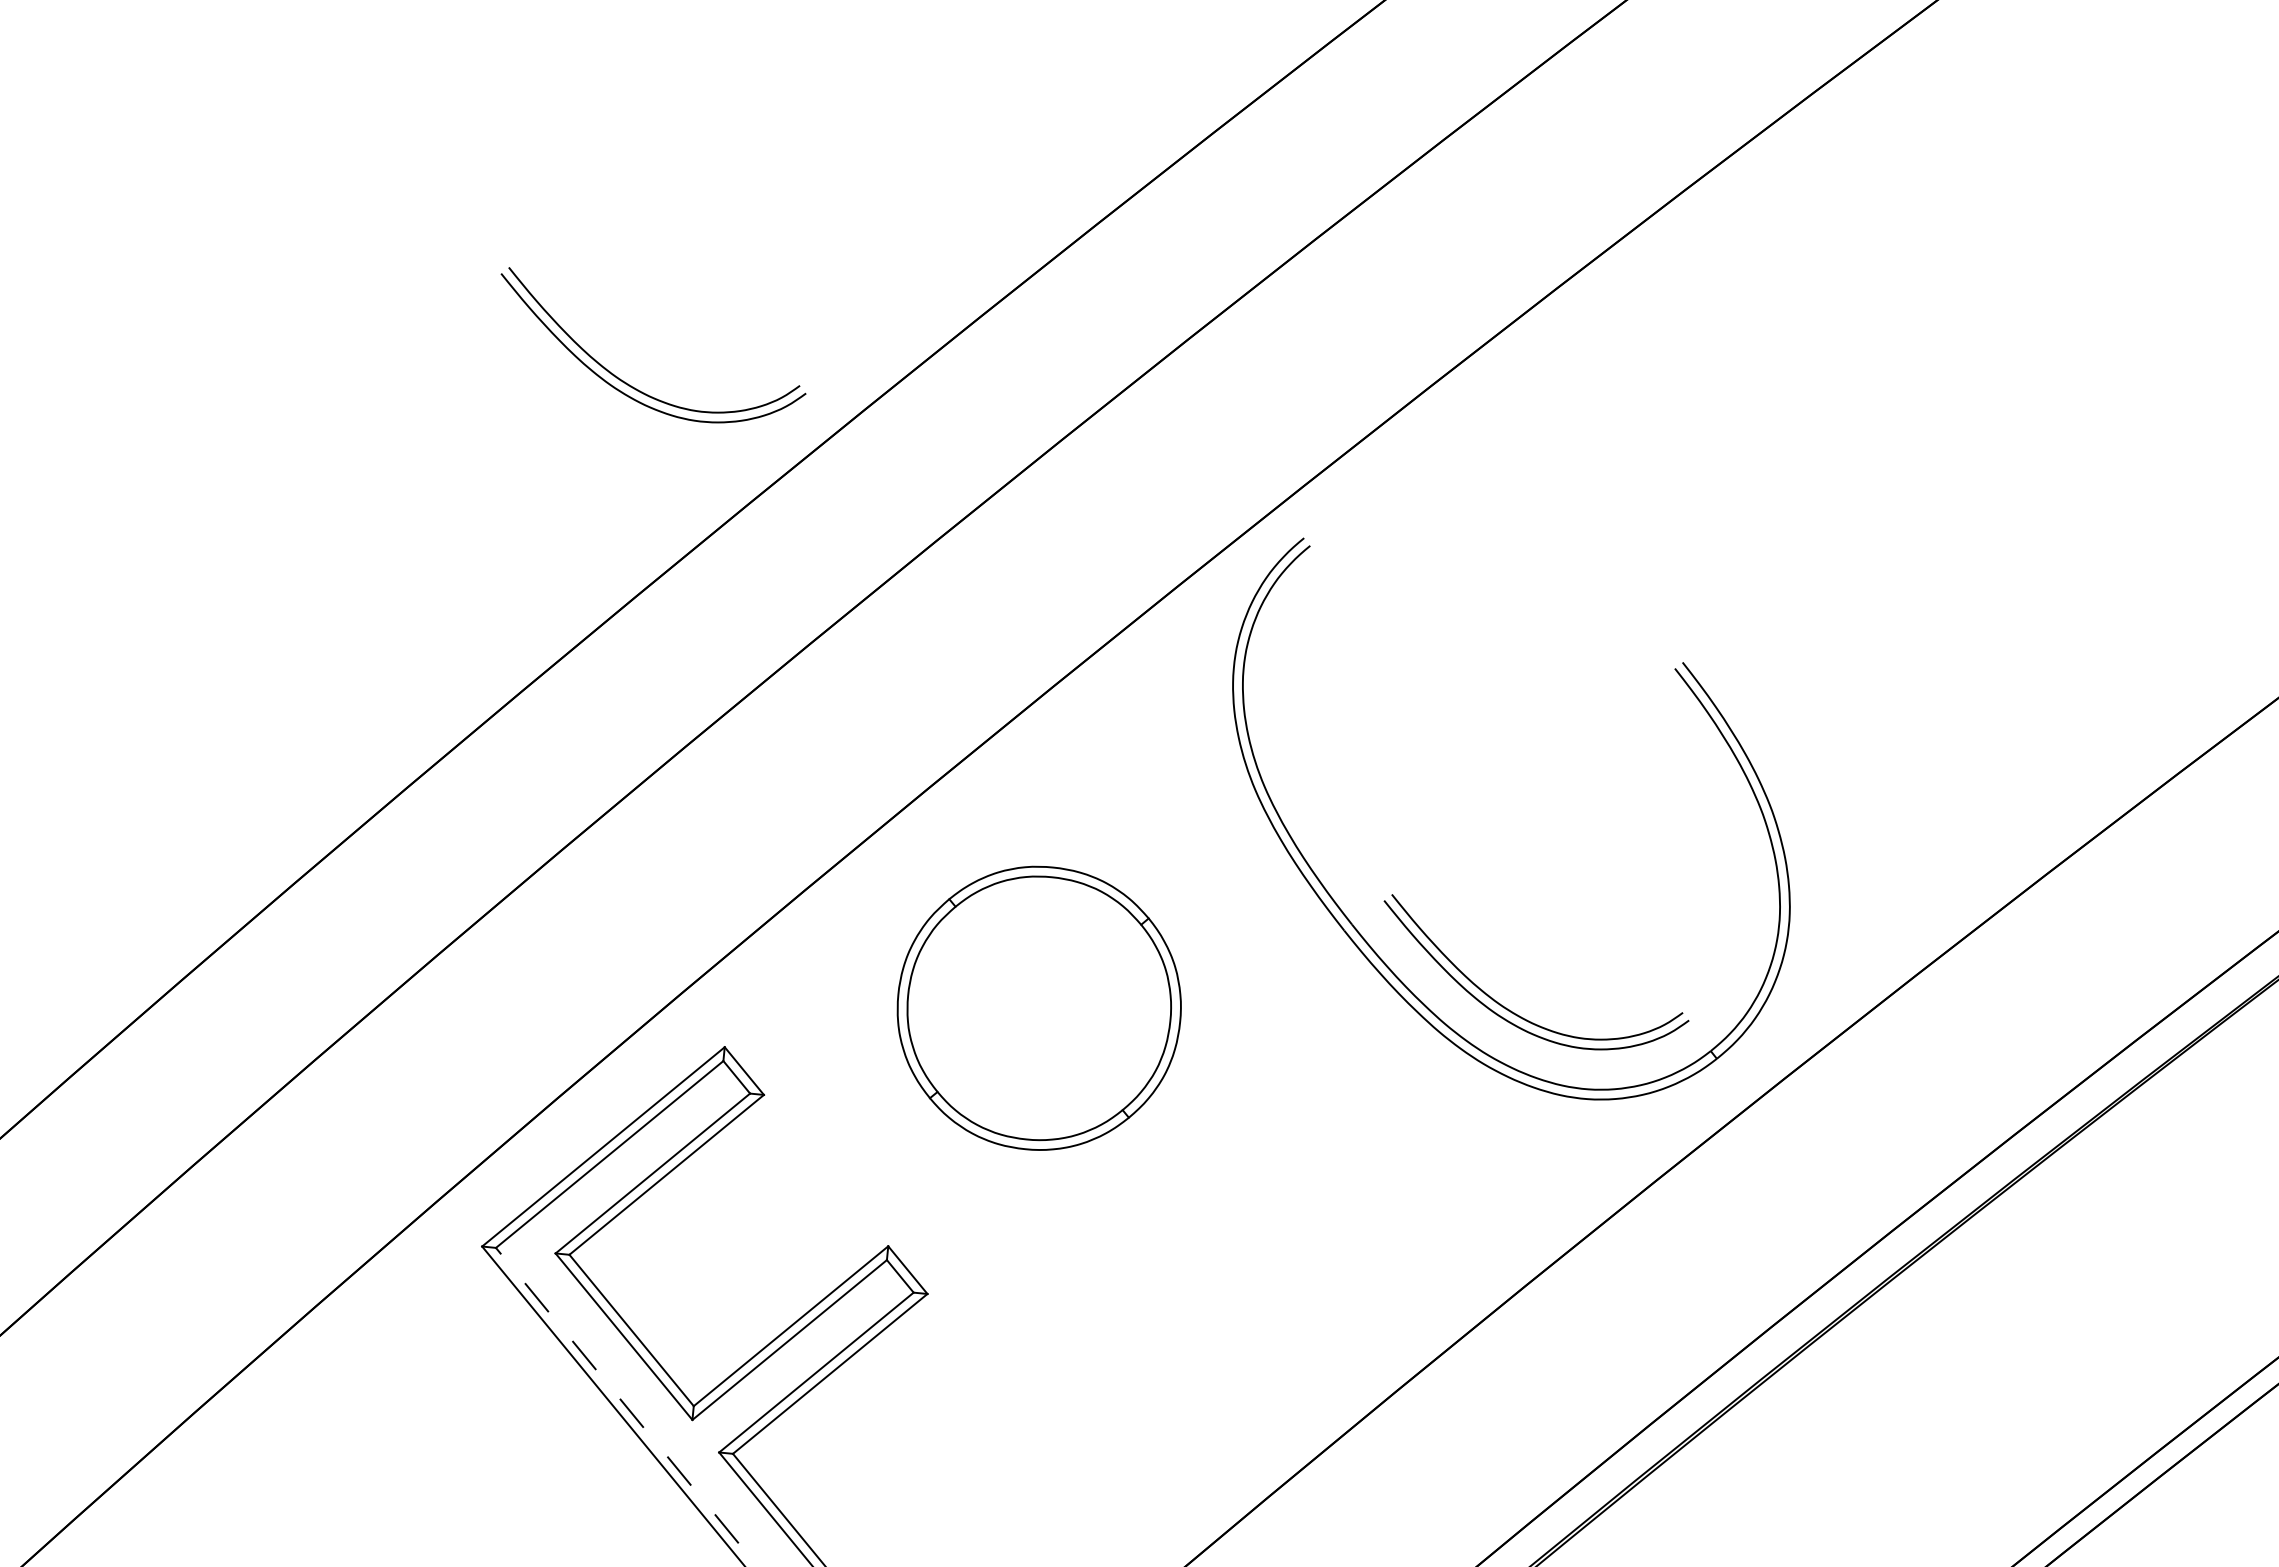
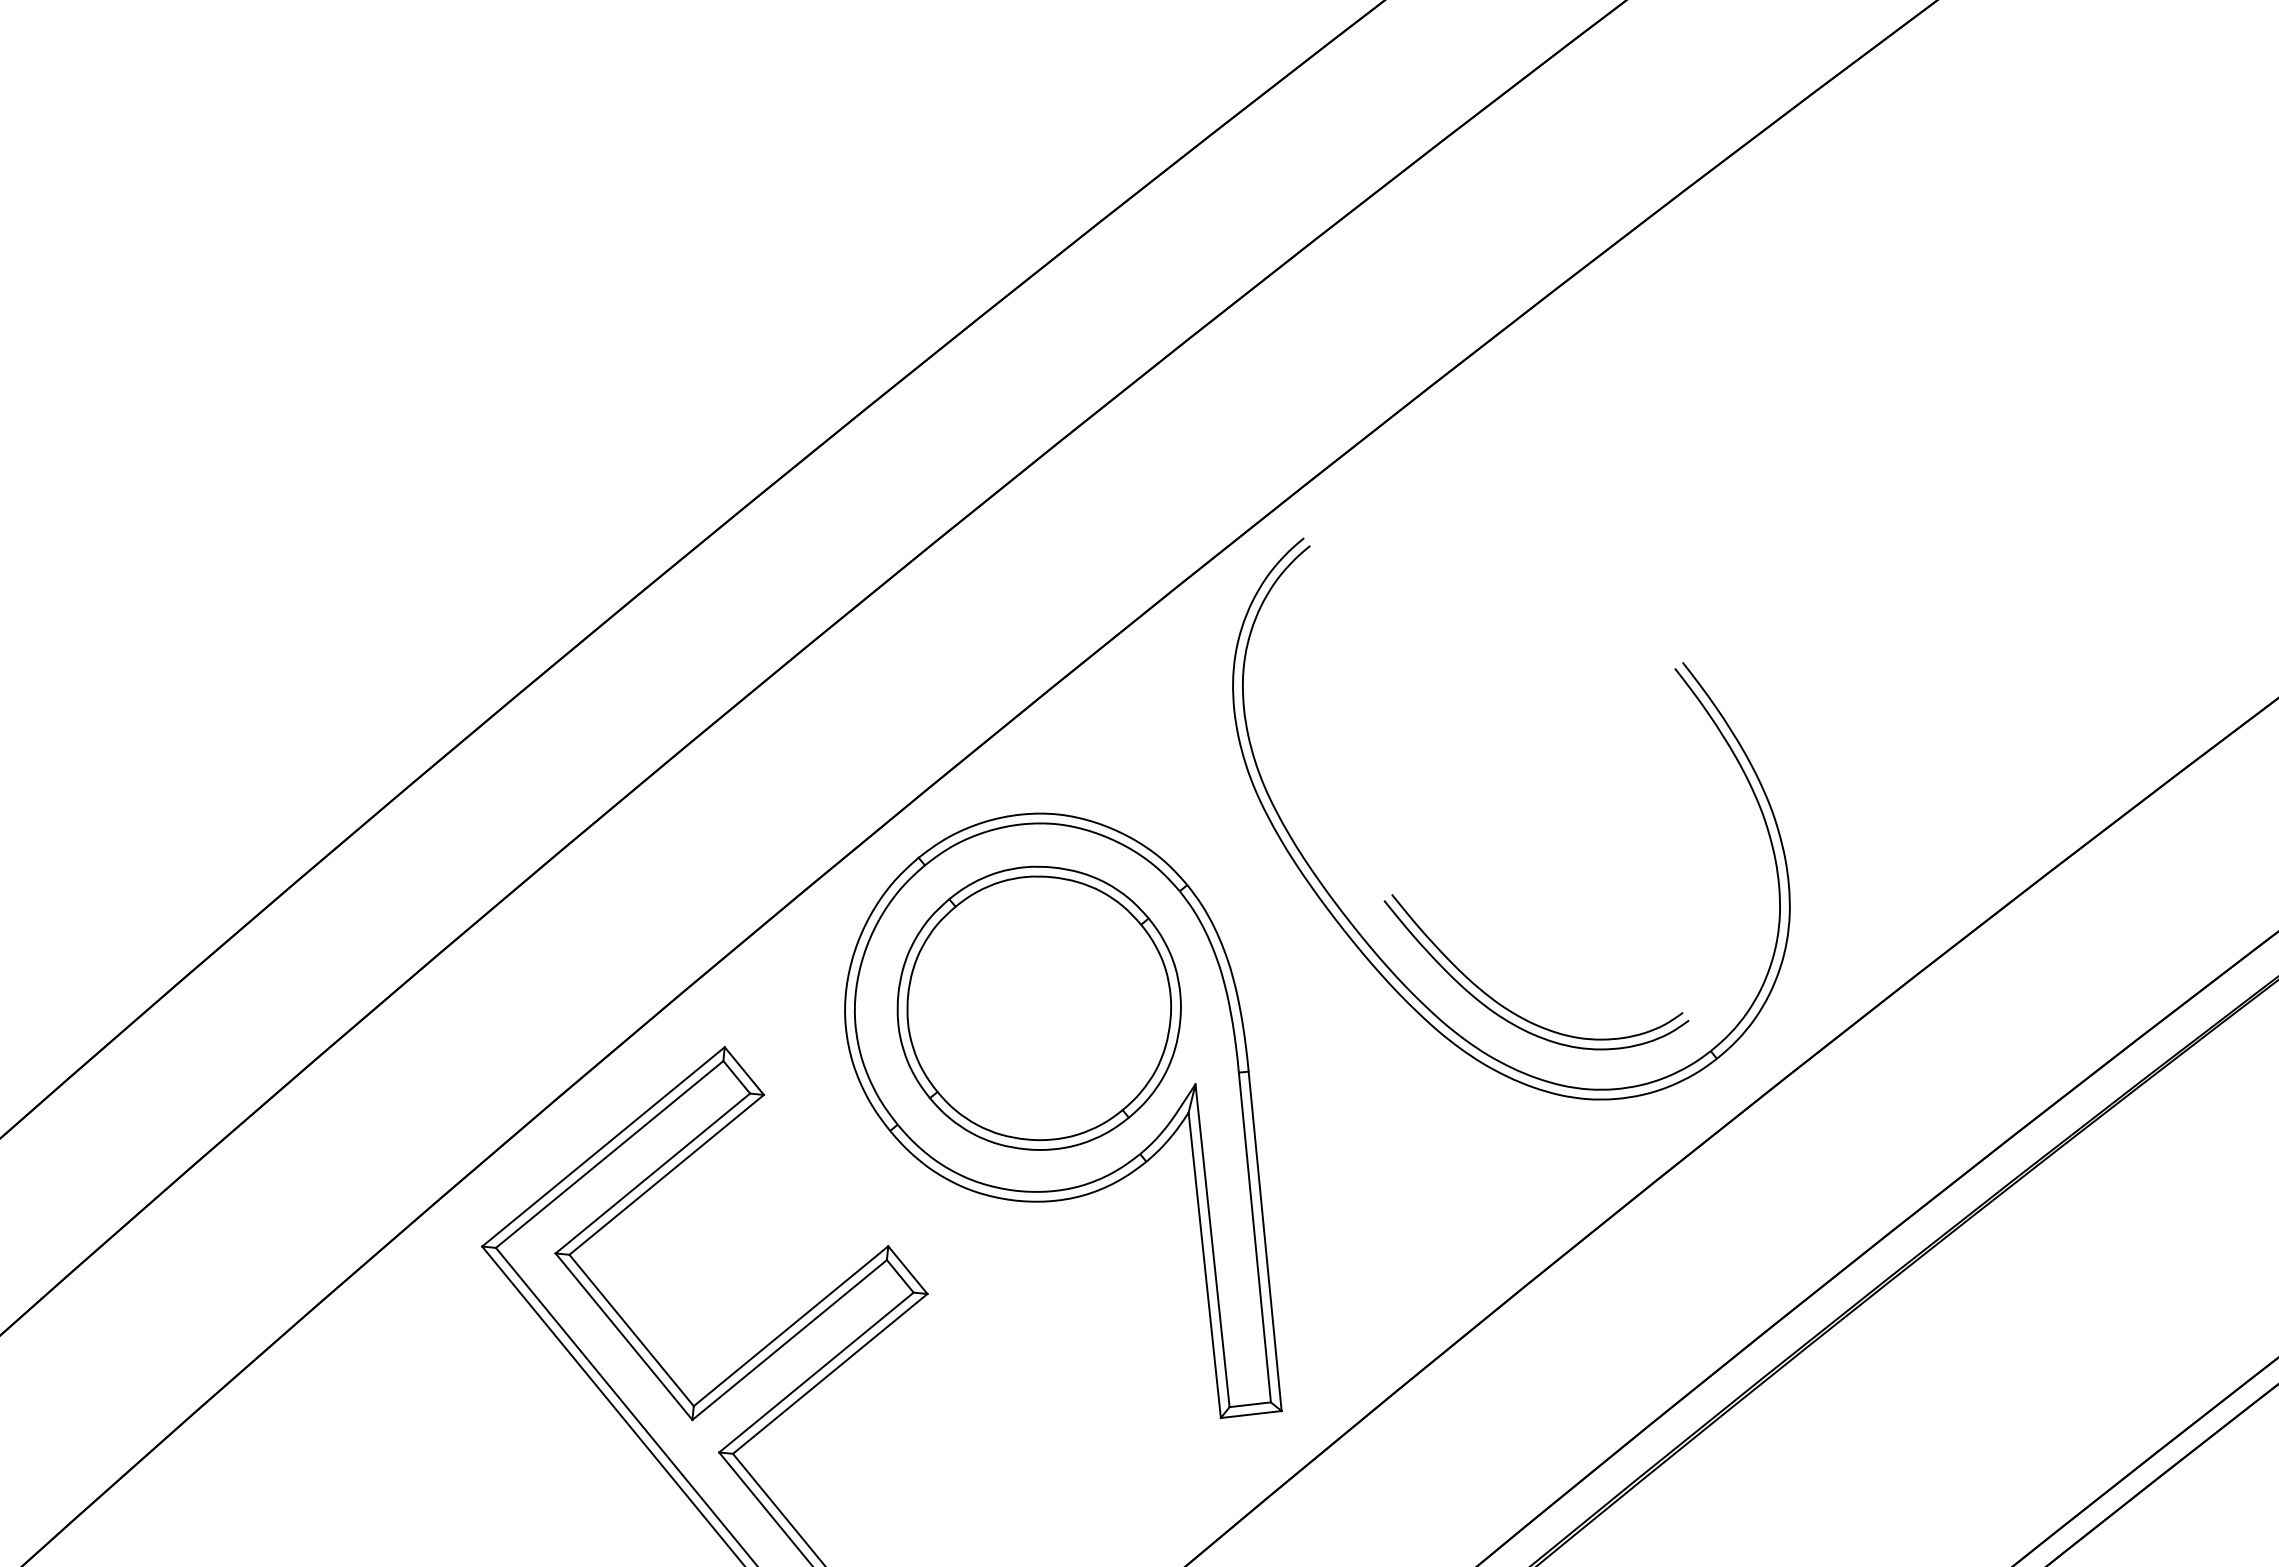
part at (628, 383): present -> none
part at (1063, 1115): none -> present
line at (626, 1407): dashed -> solid
